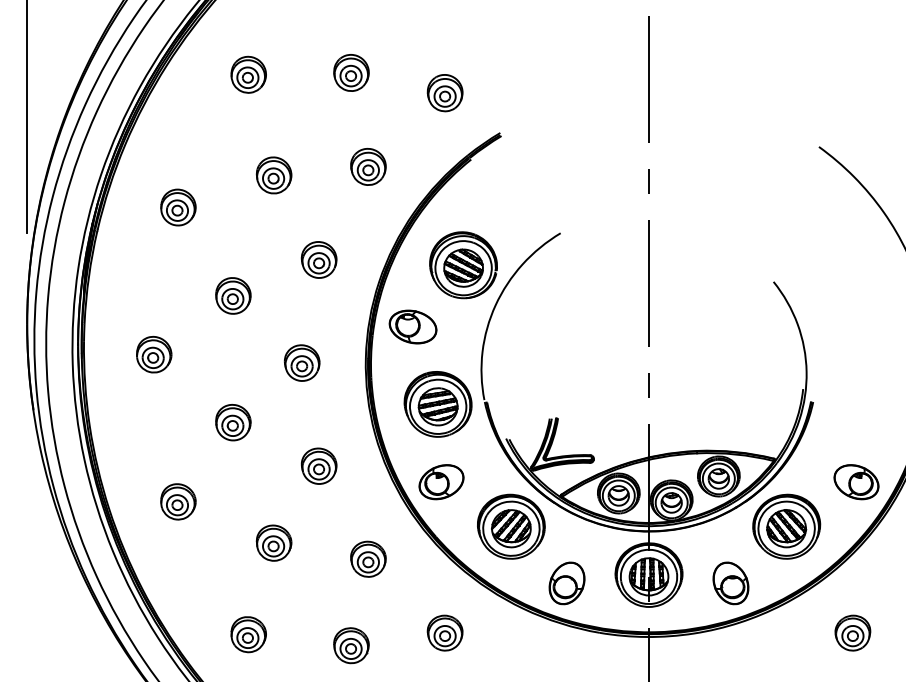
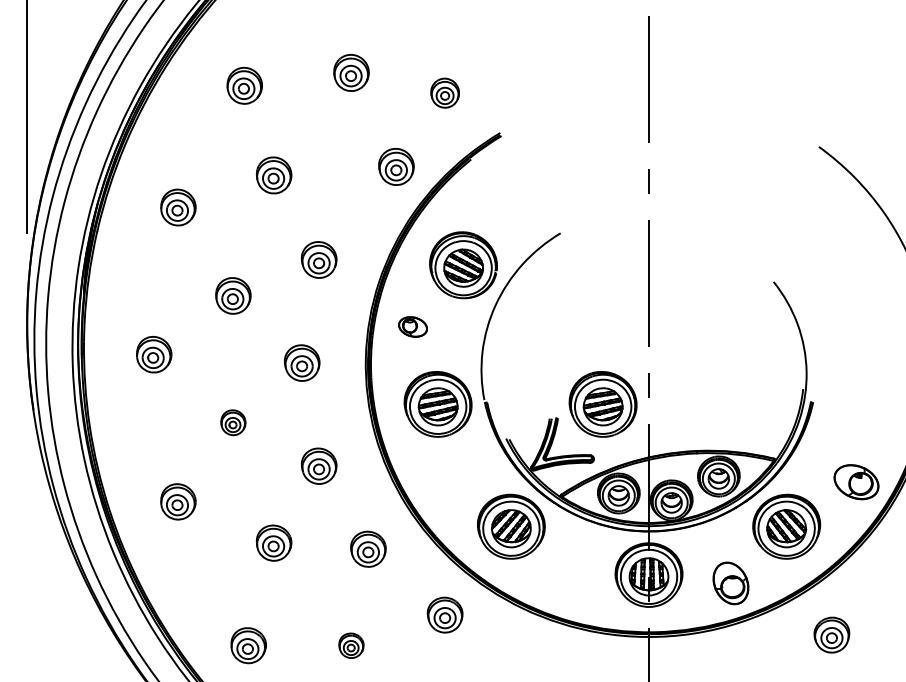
part at (248, 74) position: (248, 74) -> (244, 85)
part at (444, 93) size: 38x39 px -> 30x32 px
part at (368, 166) position: (368, 166) -> (396, 166)
part at (412, 326) size: 50x36 px -> 30x22 px
part at (602, 404): none -> present
part at (233, 422) size: 37x38 px -> 27x28 px
part at (441, 482): present -> none
part at (368, 558) position: (368, 558) -> (368, 548)
part at (566, 583): present -> none
part at (444, 632) position: (444, 632) -> (444, 614)
part at (852, 632) position: (852, 632) -> (831, 634)
part at (248, 634) position: (248, 634) -> (248, 645)
part at (351, 645) size: 37x38 px -> 27x27 px
